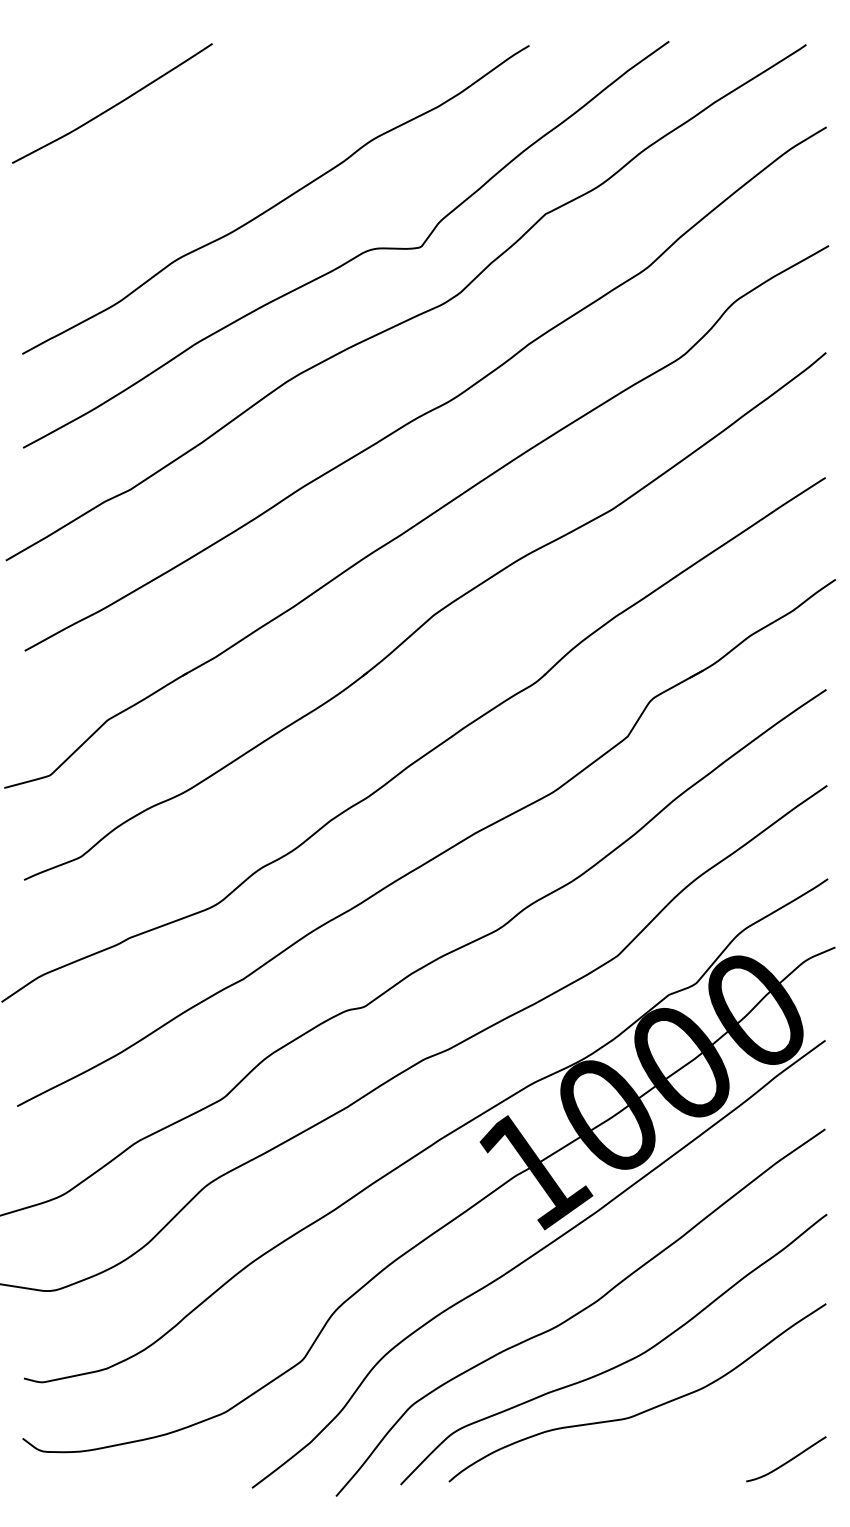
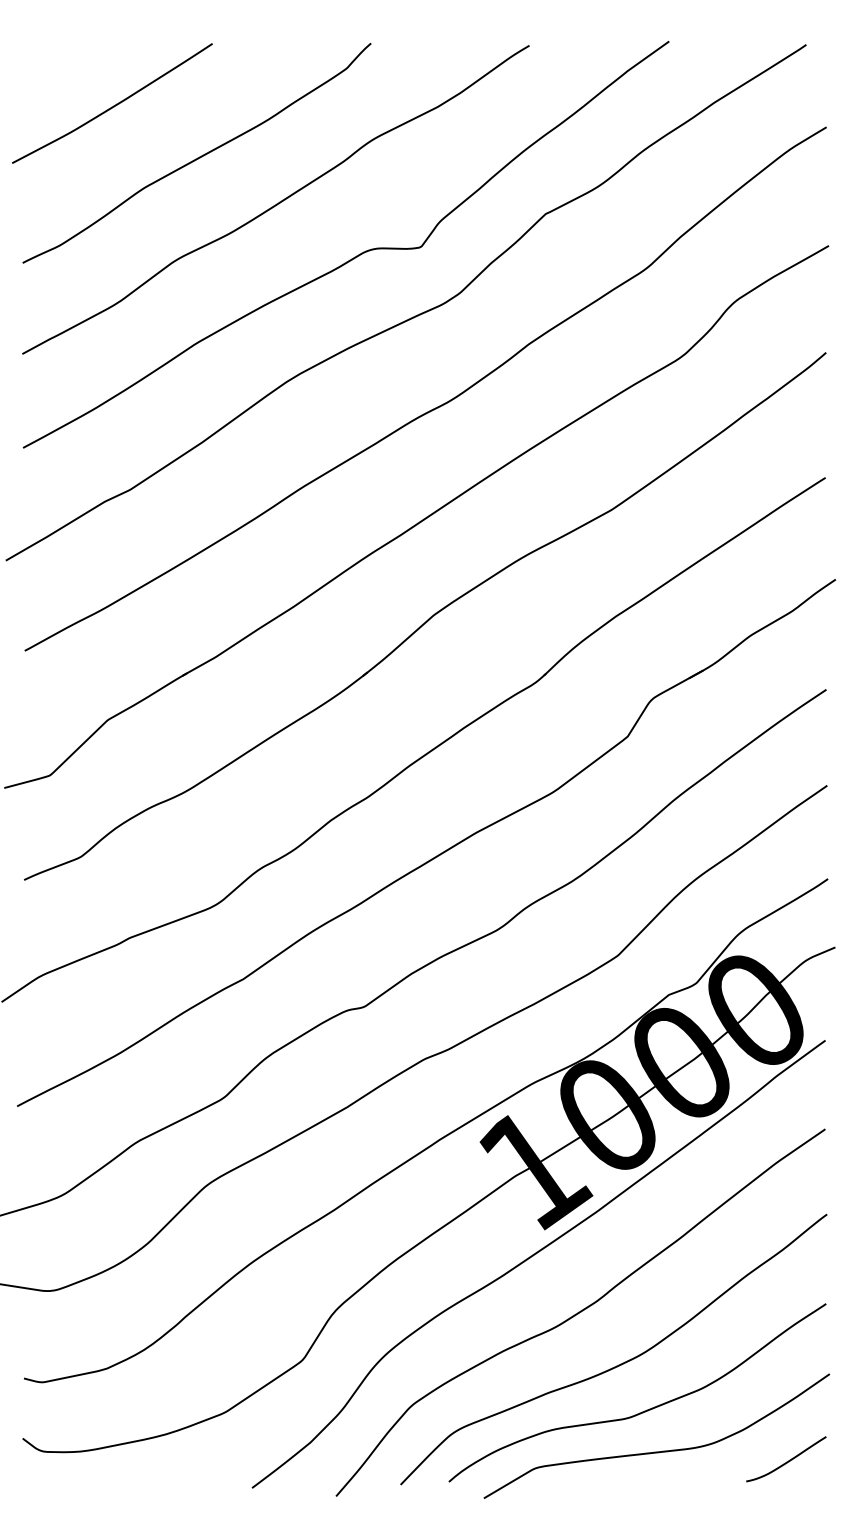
curve at (199, 156): none -> present
curve at (656, 1451): none -> present
